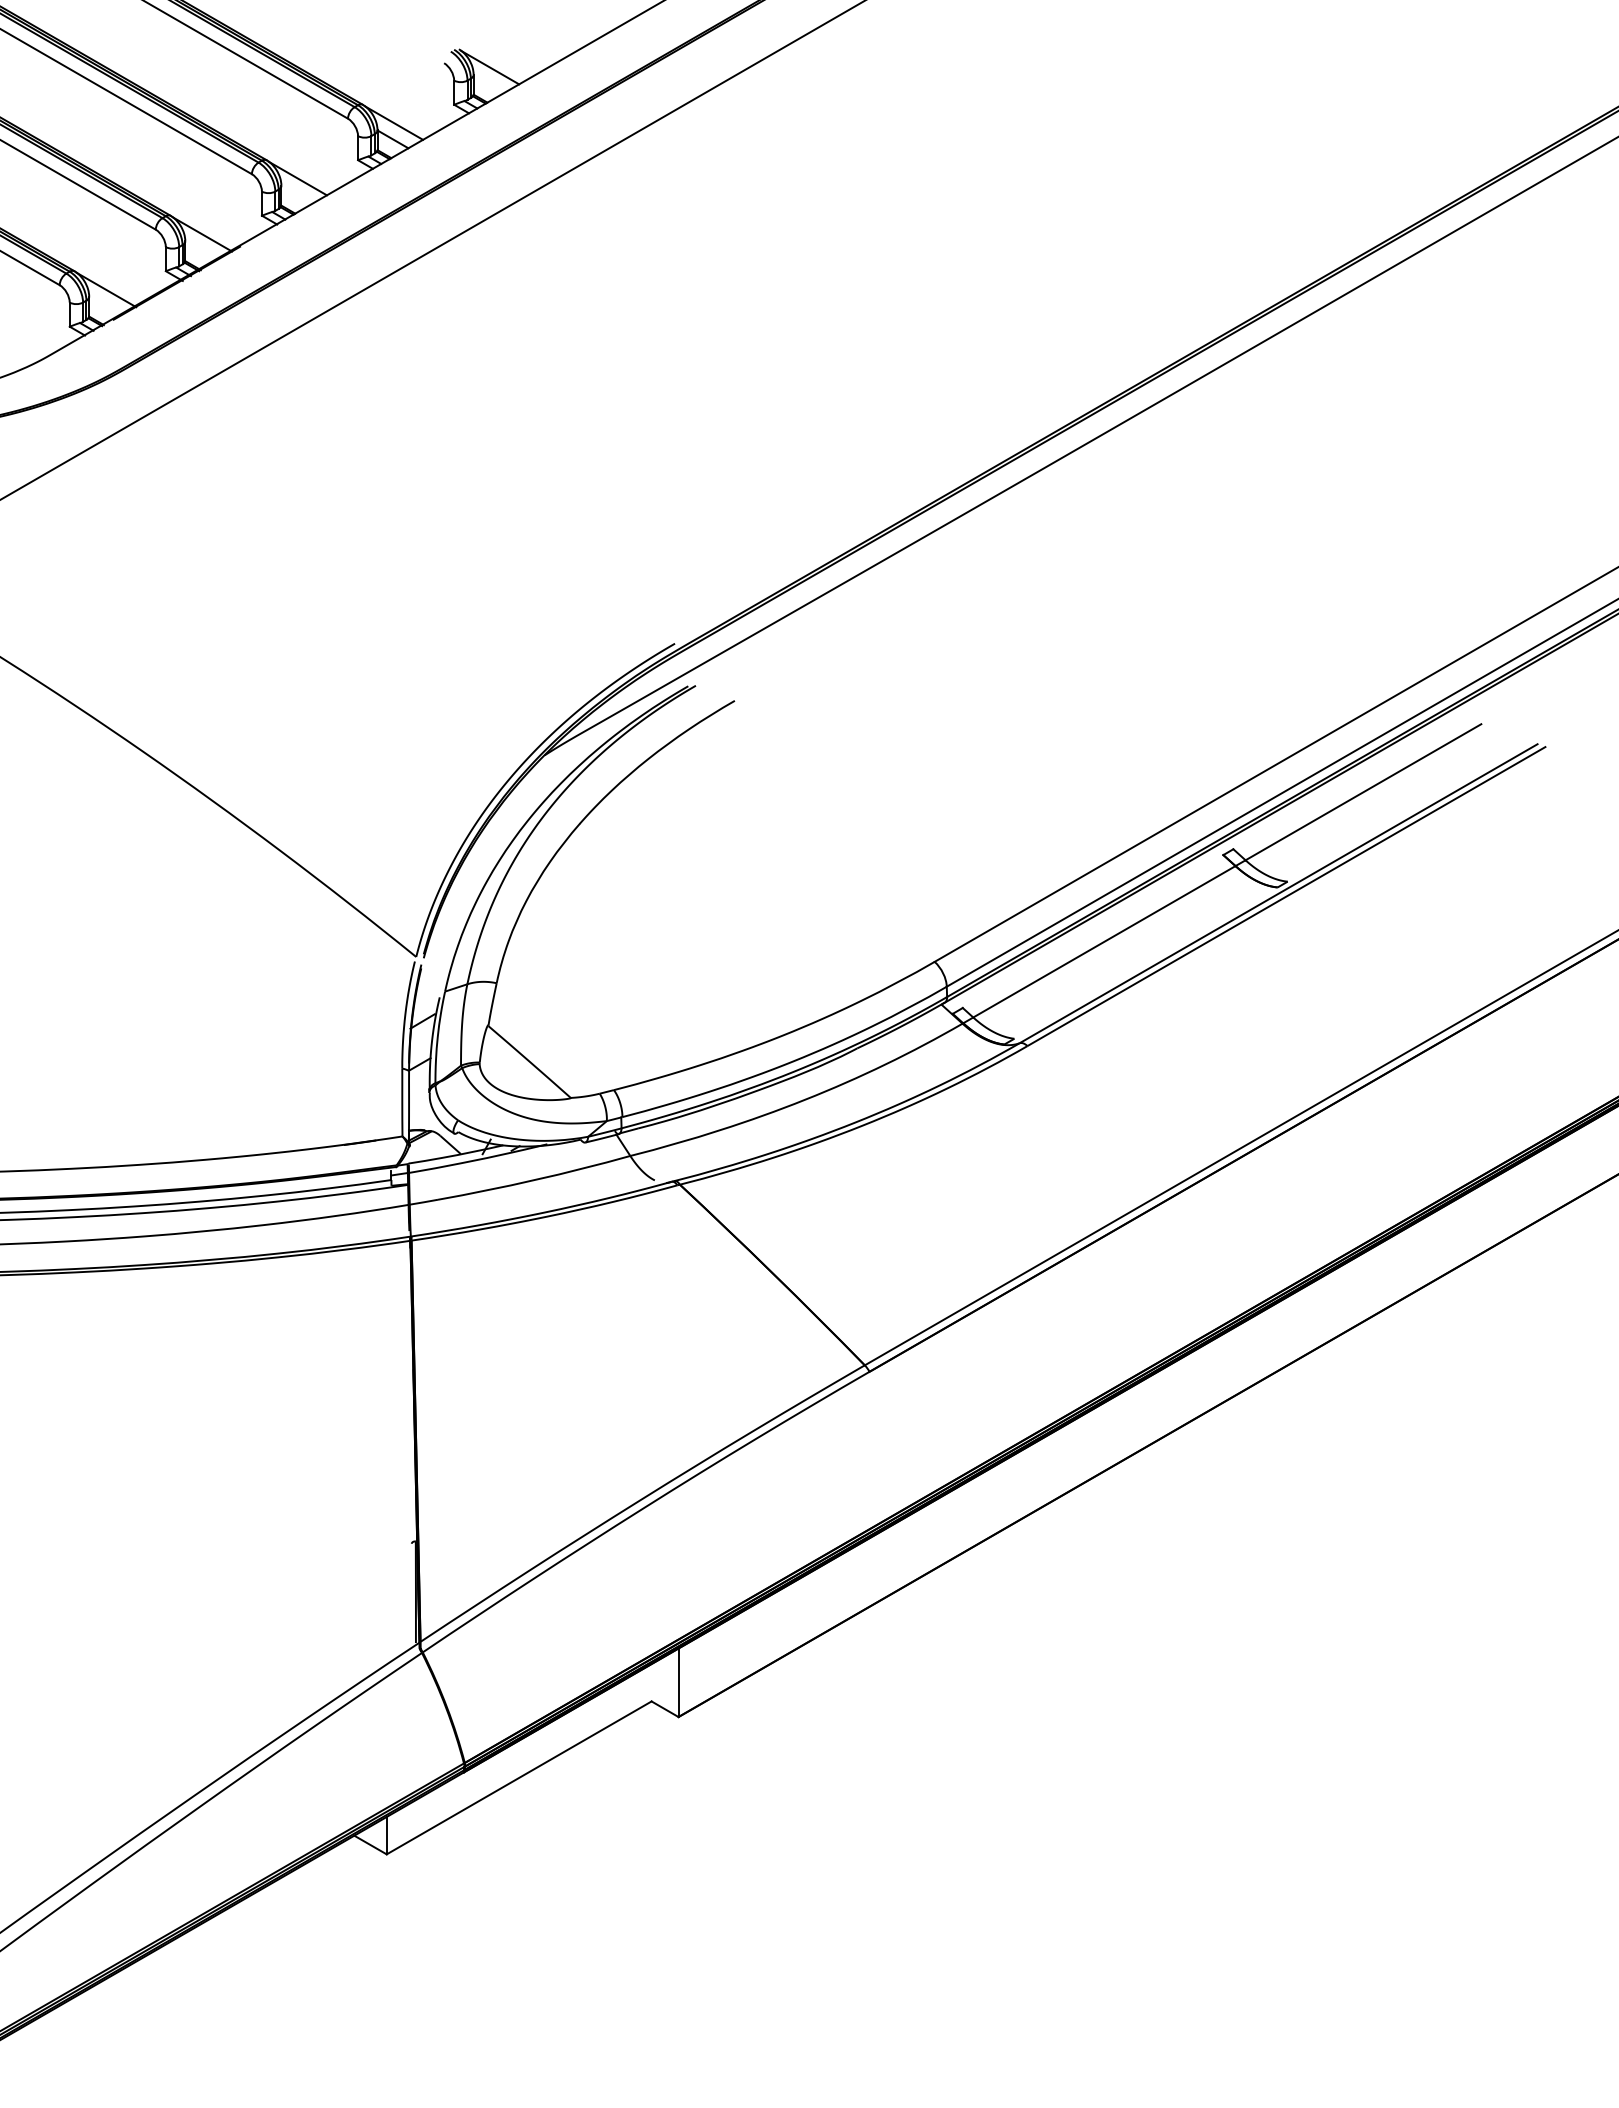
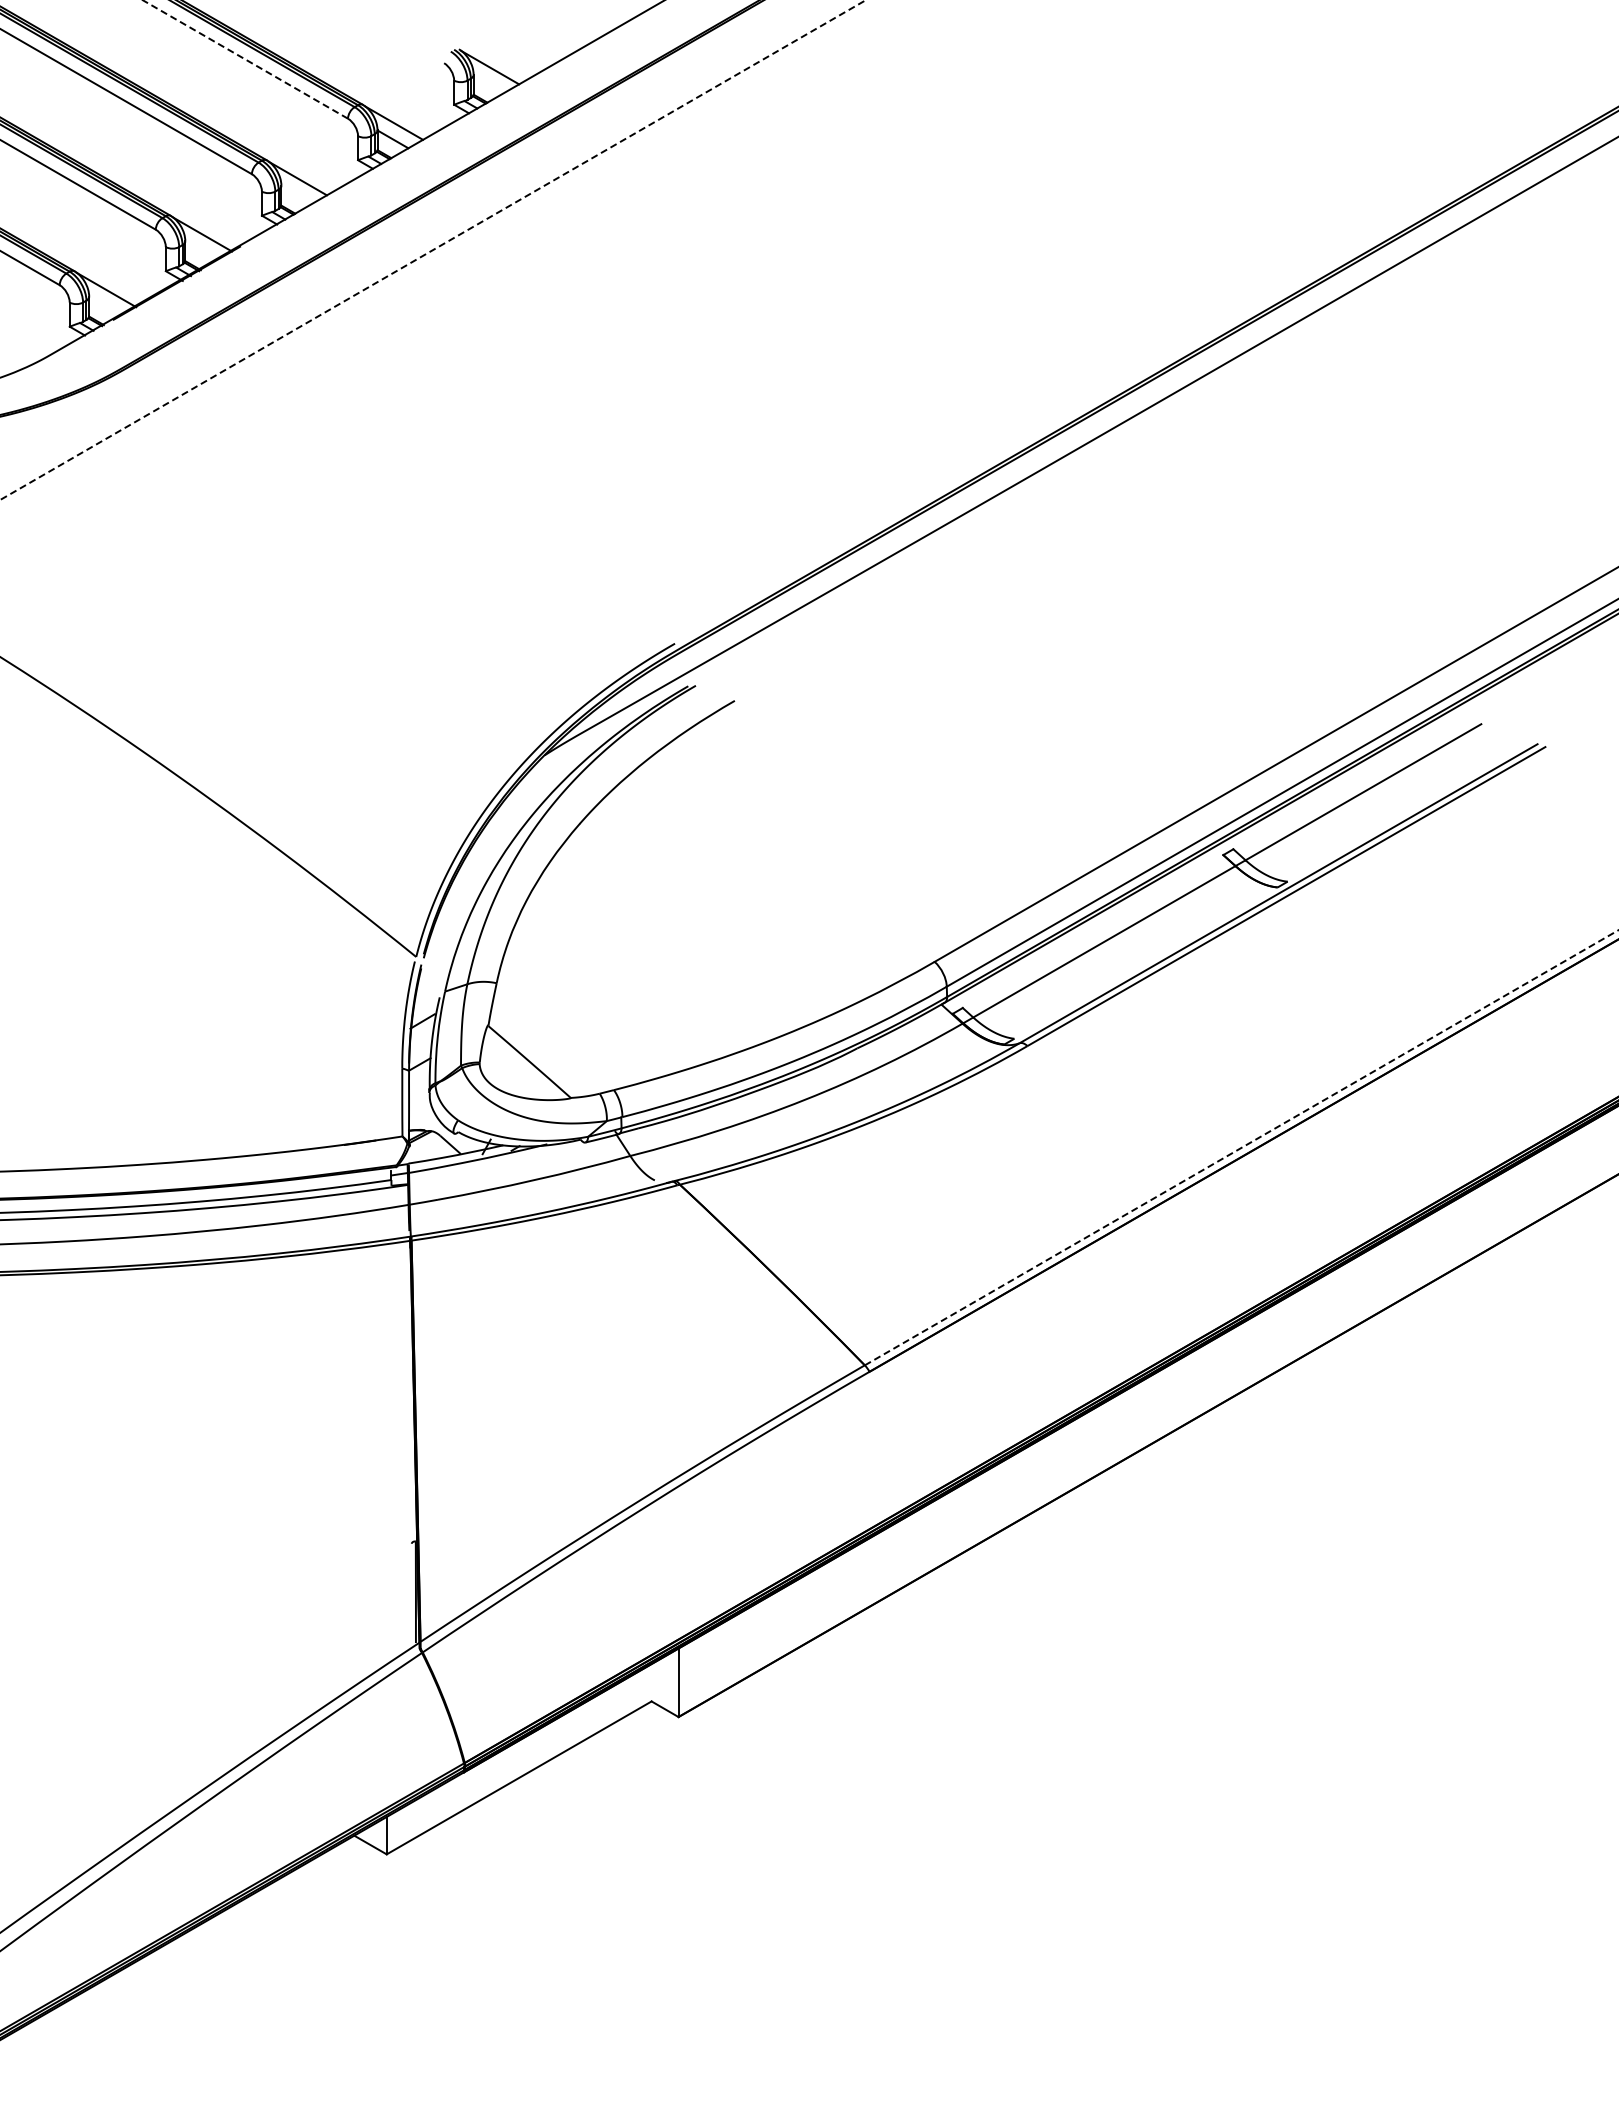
line at (244, 59): solid -> dashed
line at (433, 249): solid -> dashed
line at (1242, 1147): solid -> dashed
